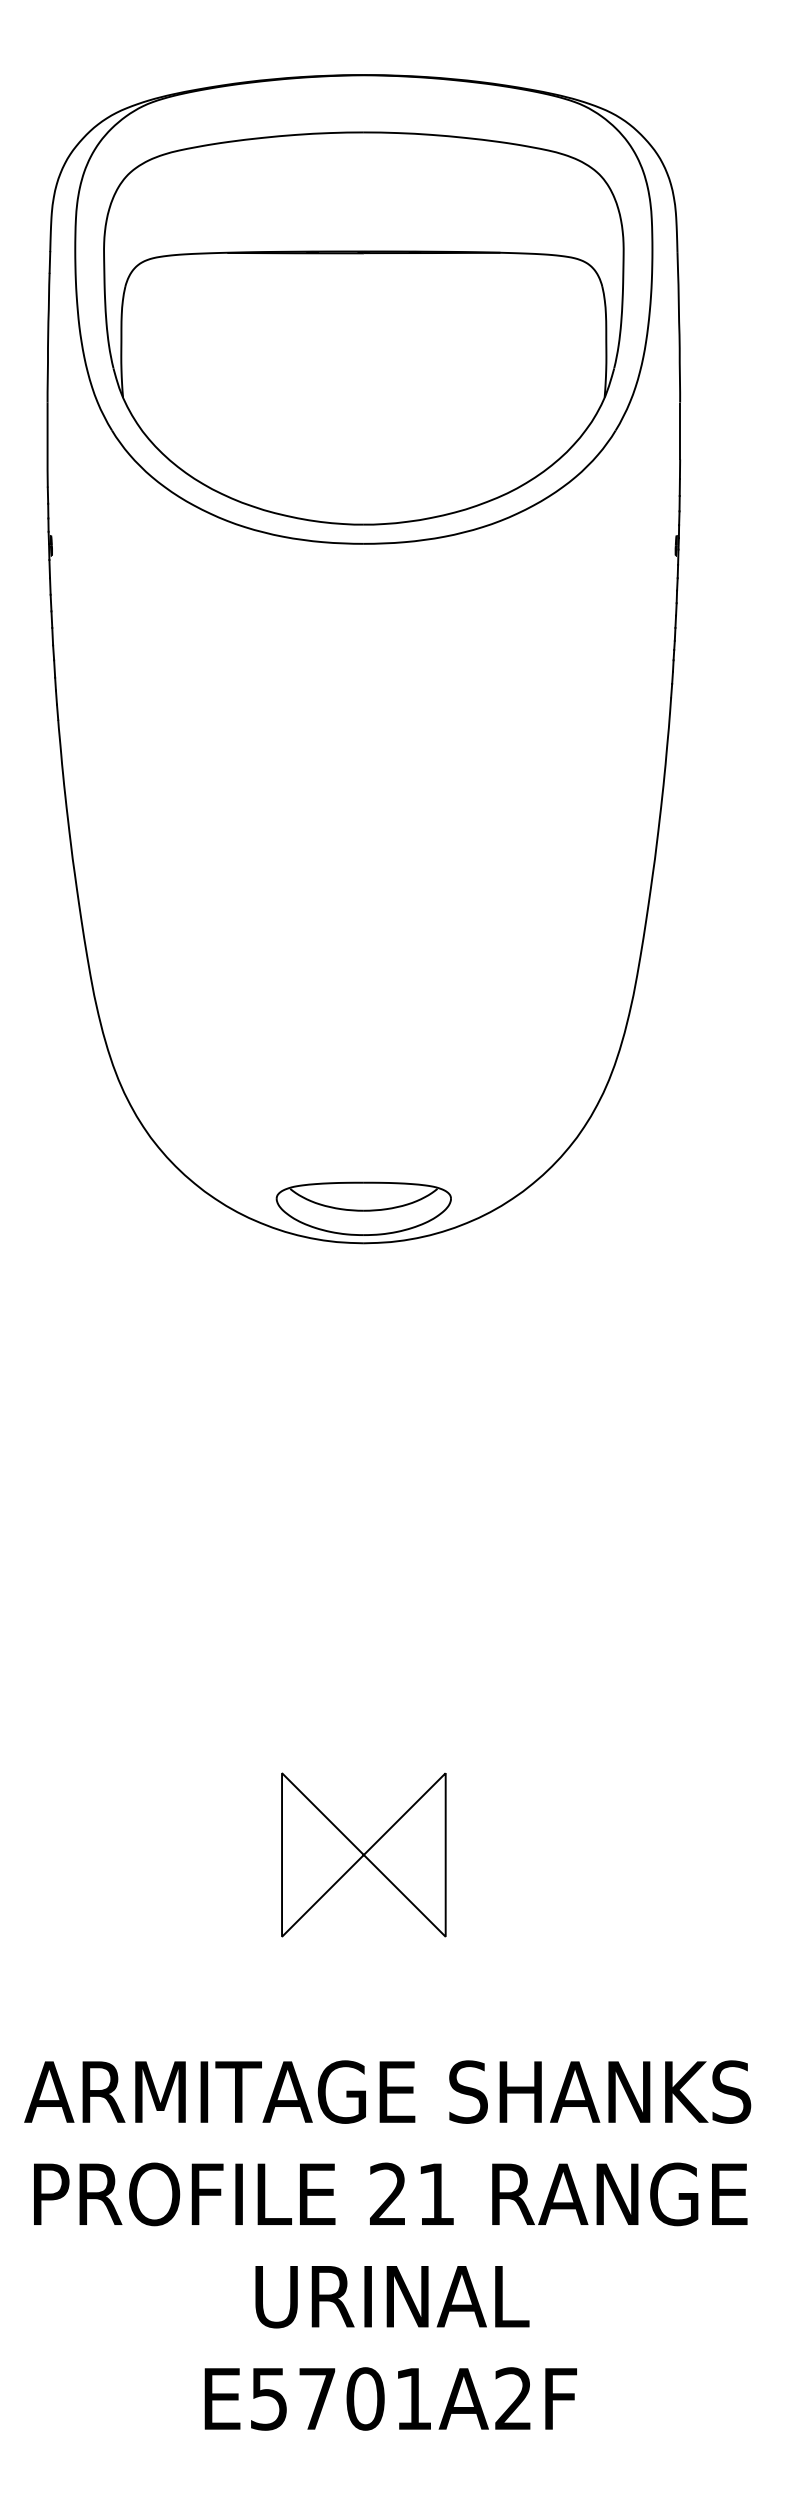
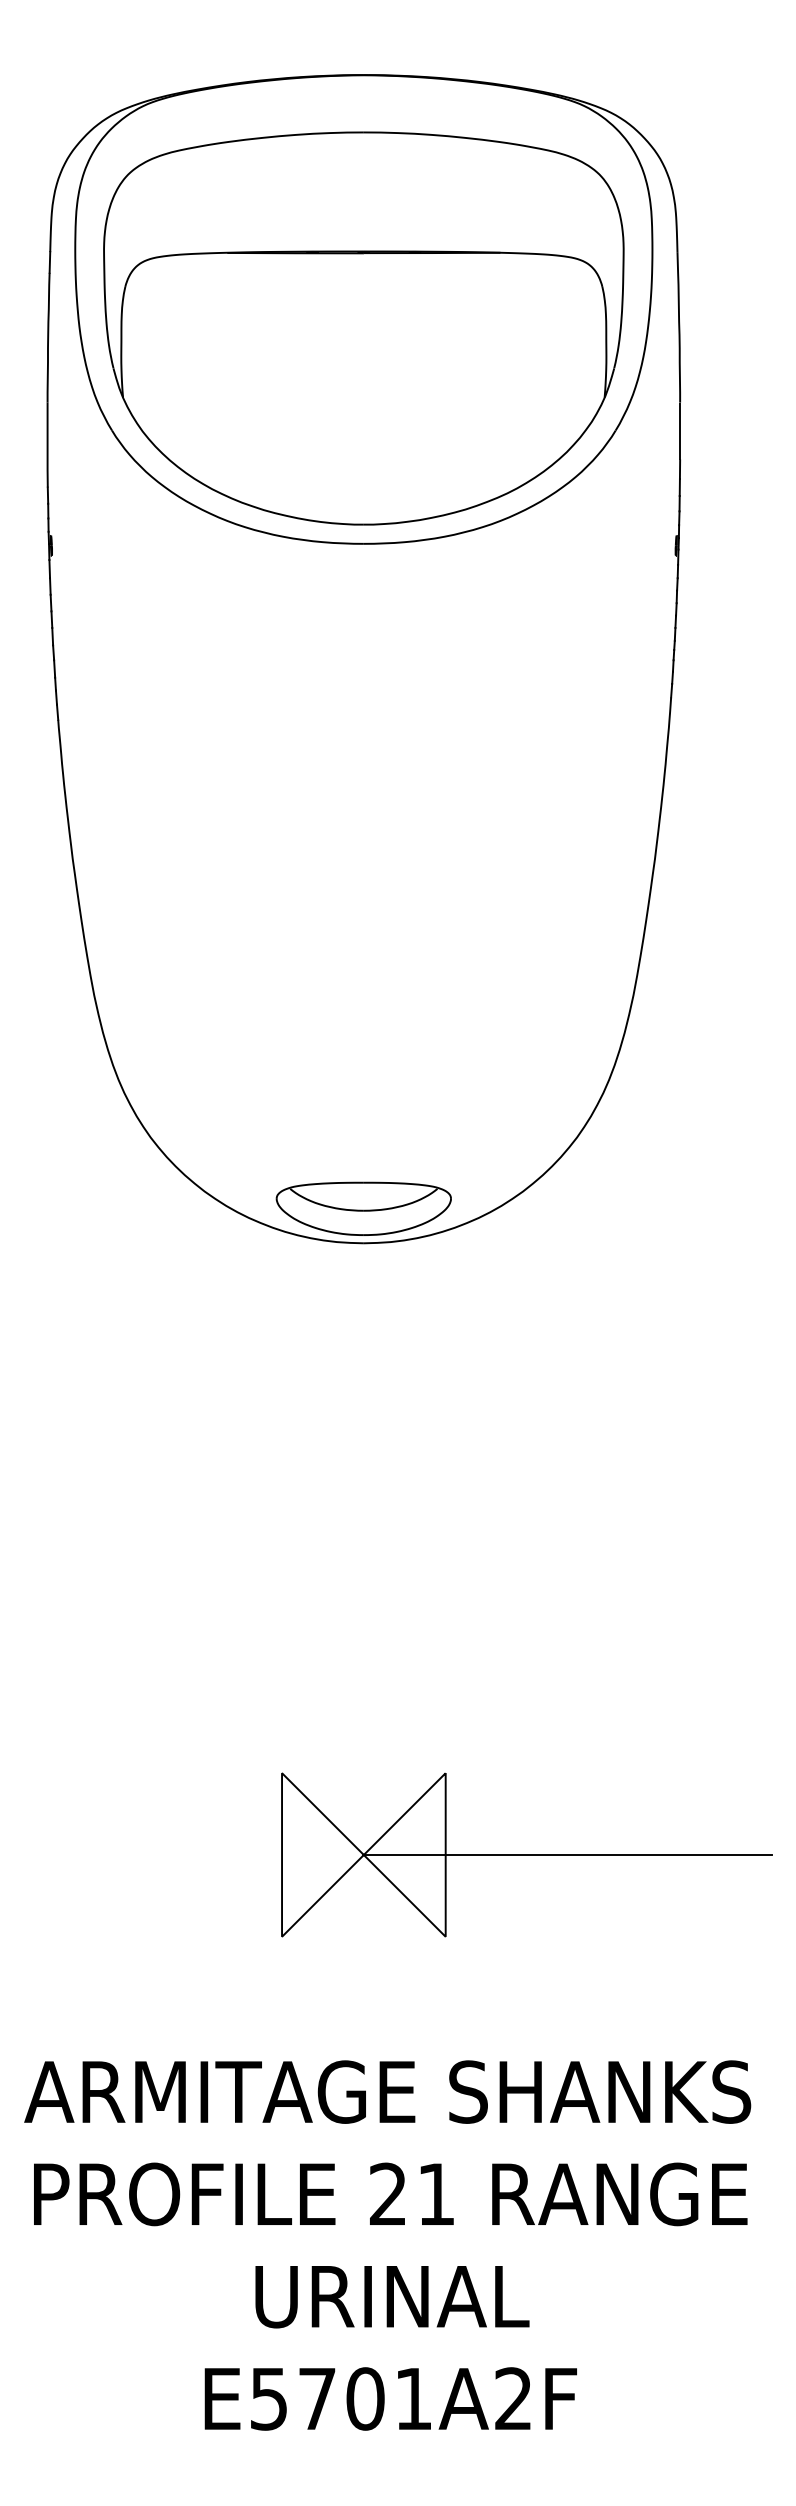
line at (567, 1855): none -> present
